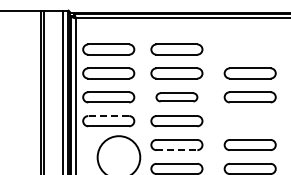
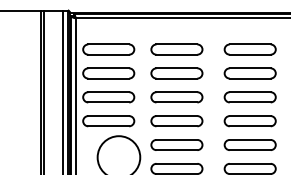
part at (249, 49): none -> present
part at (176, 97) size: 44x11 px -> 54x13 px
line at (108, 116): dashed -> solid
part at (249, 121): none -> present
line at (177, 150): dashed -> solid
